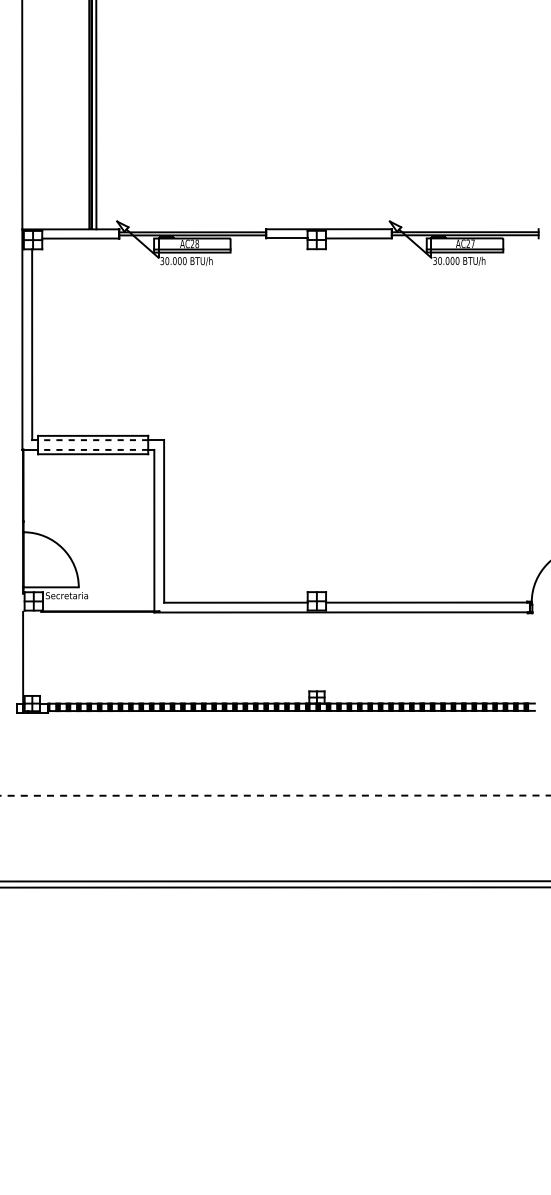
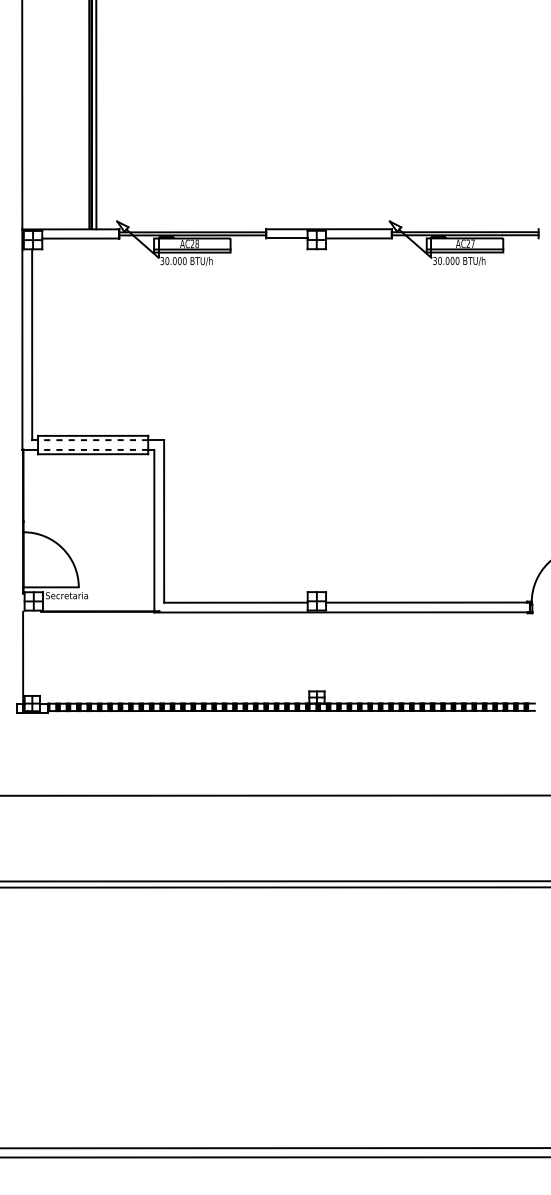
line at (275, 795): dashed -> solid
line at (274, 1148): none -> present
line at (274, 1157): none -> present
